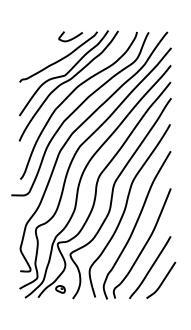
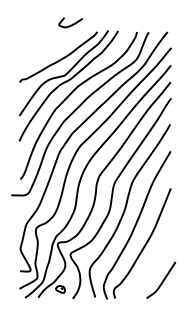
curve at (70, 38) position: (70, 38) -> (70, 24)
curve at (150, 267): present -> none
